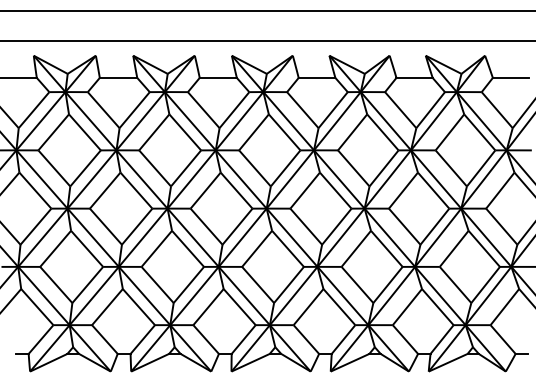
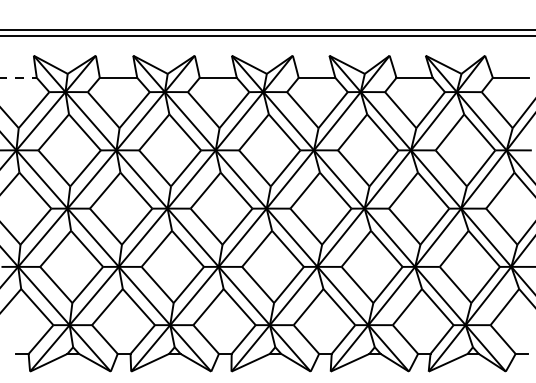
line at (267, 11) position: (267, 11) -> (267, 30)
line at (267, 40) position: (267, 40) -> (267, 35)
line at (18, 77): solid -> dashed
